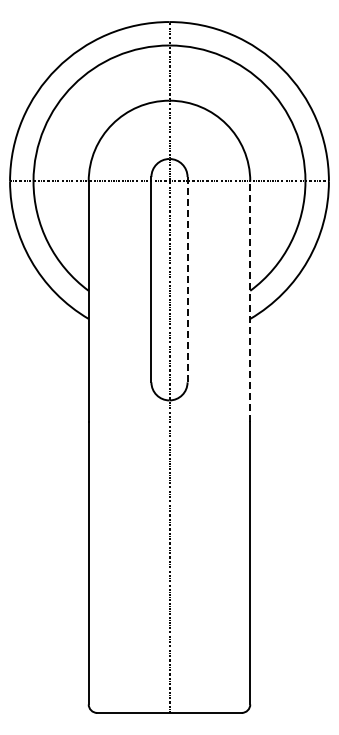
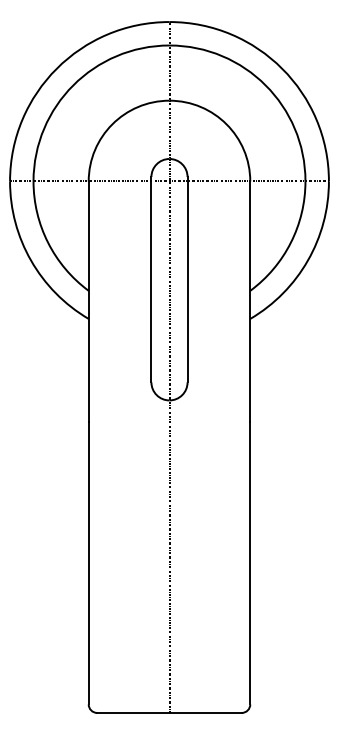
line at (187, 279): dashed -> solid
line at (250, 301): dashed -> solid
